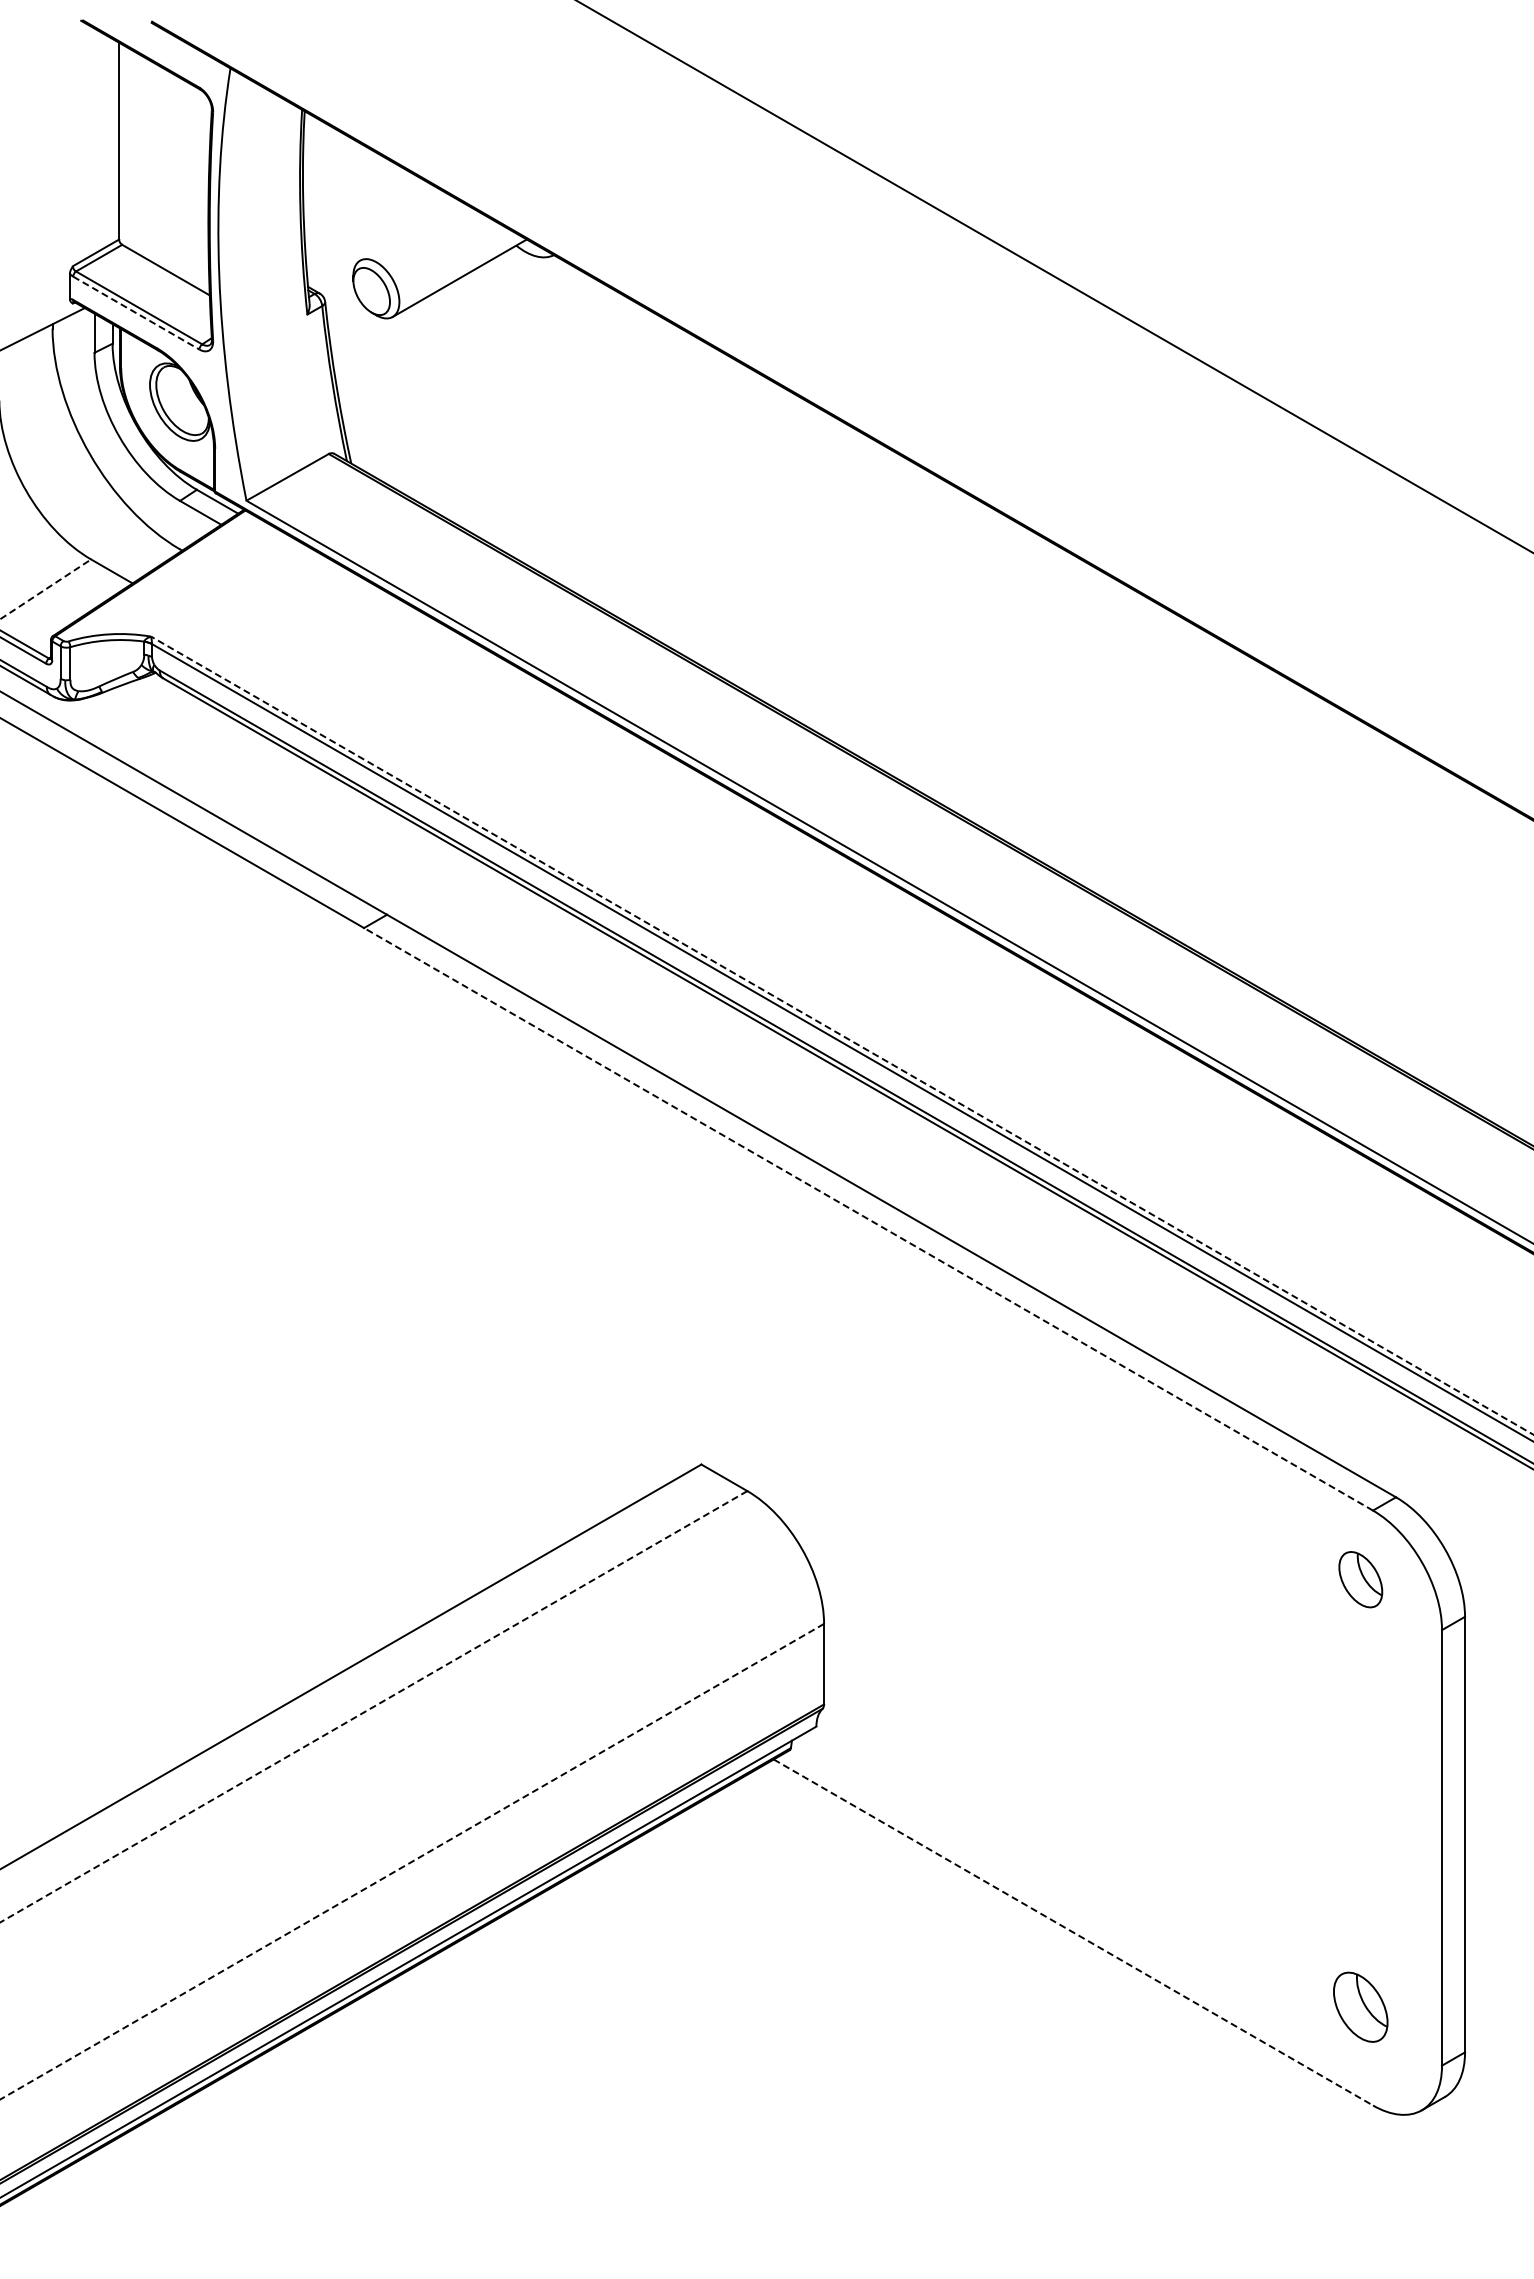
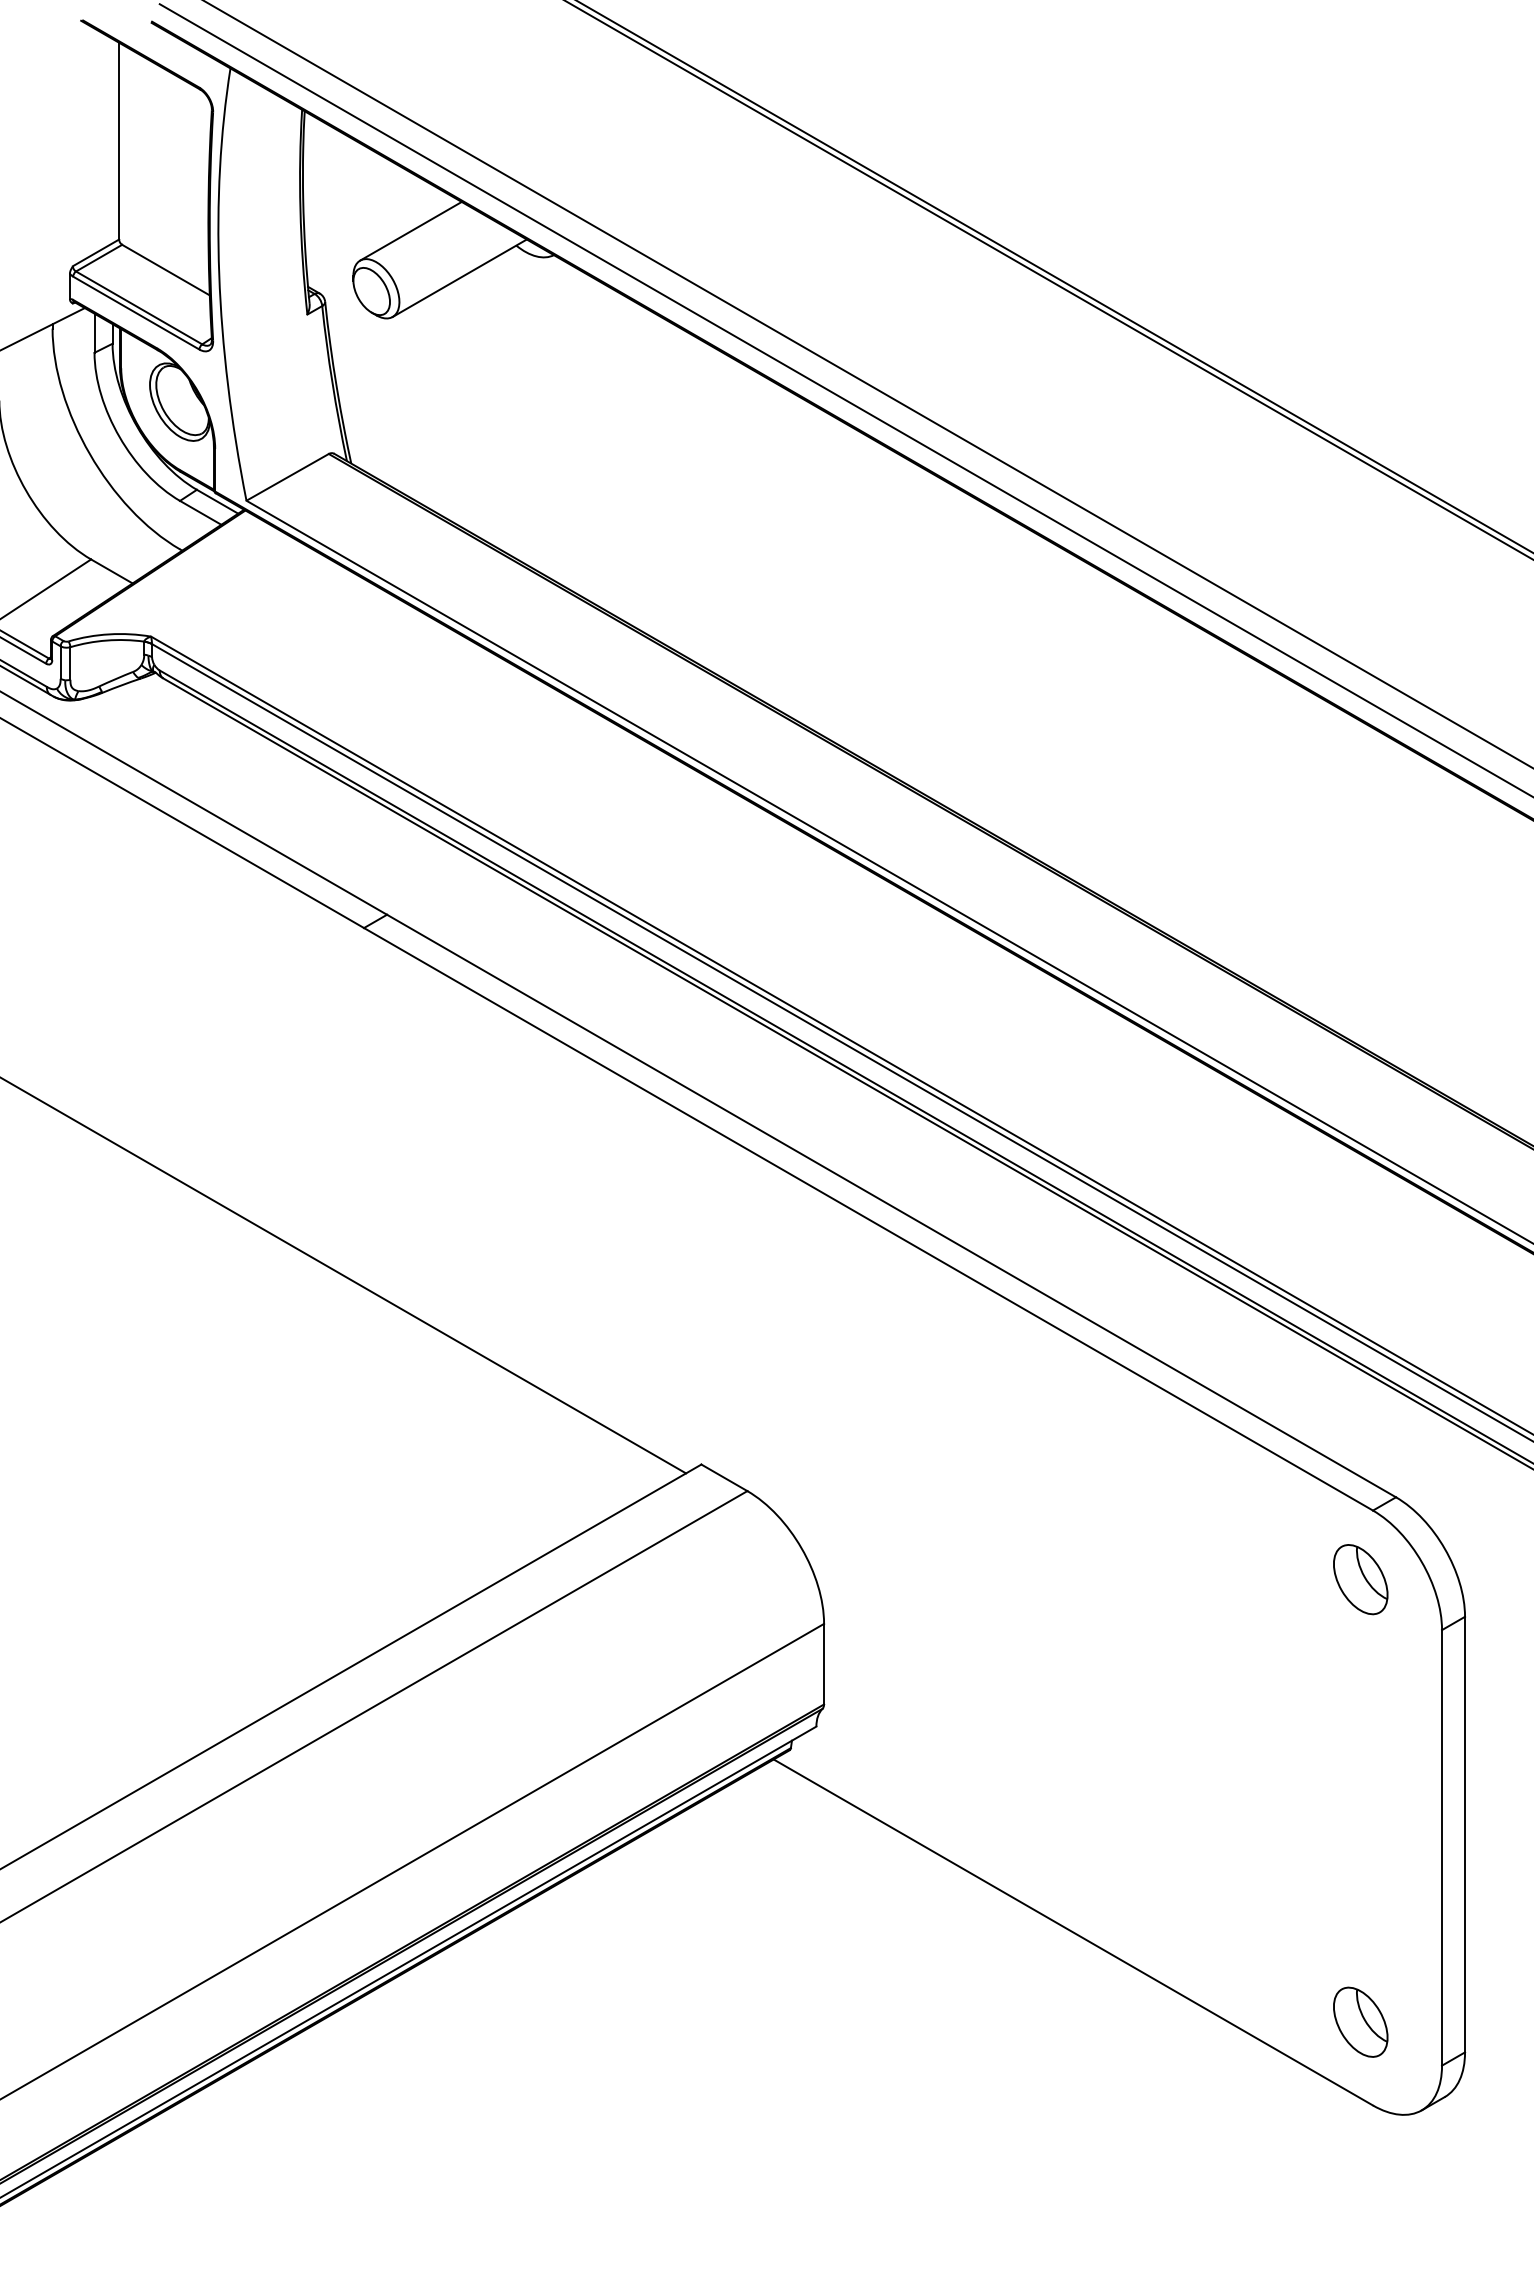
line at (410, 230): none -> present
line at (1048, 280): none -> present
line at (136, 313): dashed -> solid
line at (868, 384): none -> present
line at (844, 399): none -> present
line at (46, 589): dashed -> solid
line at (842, 1035): dashed -> solid
line at (868, 1219): dashed -> solid
line at (344, 1275): none -> present
part at (1360, 1579) size: 46x58 px -> 56x72 px
line at (373, 1707): dashed -> solid
line at (411, 1861): dashed -> solid
line at (1073, 1932): dashed -> solid
part at (1360, 2006) position: (1360, 2006) -> (1360, 2021)
